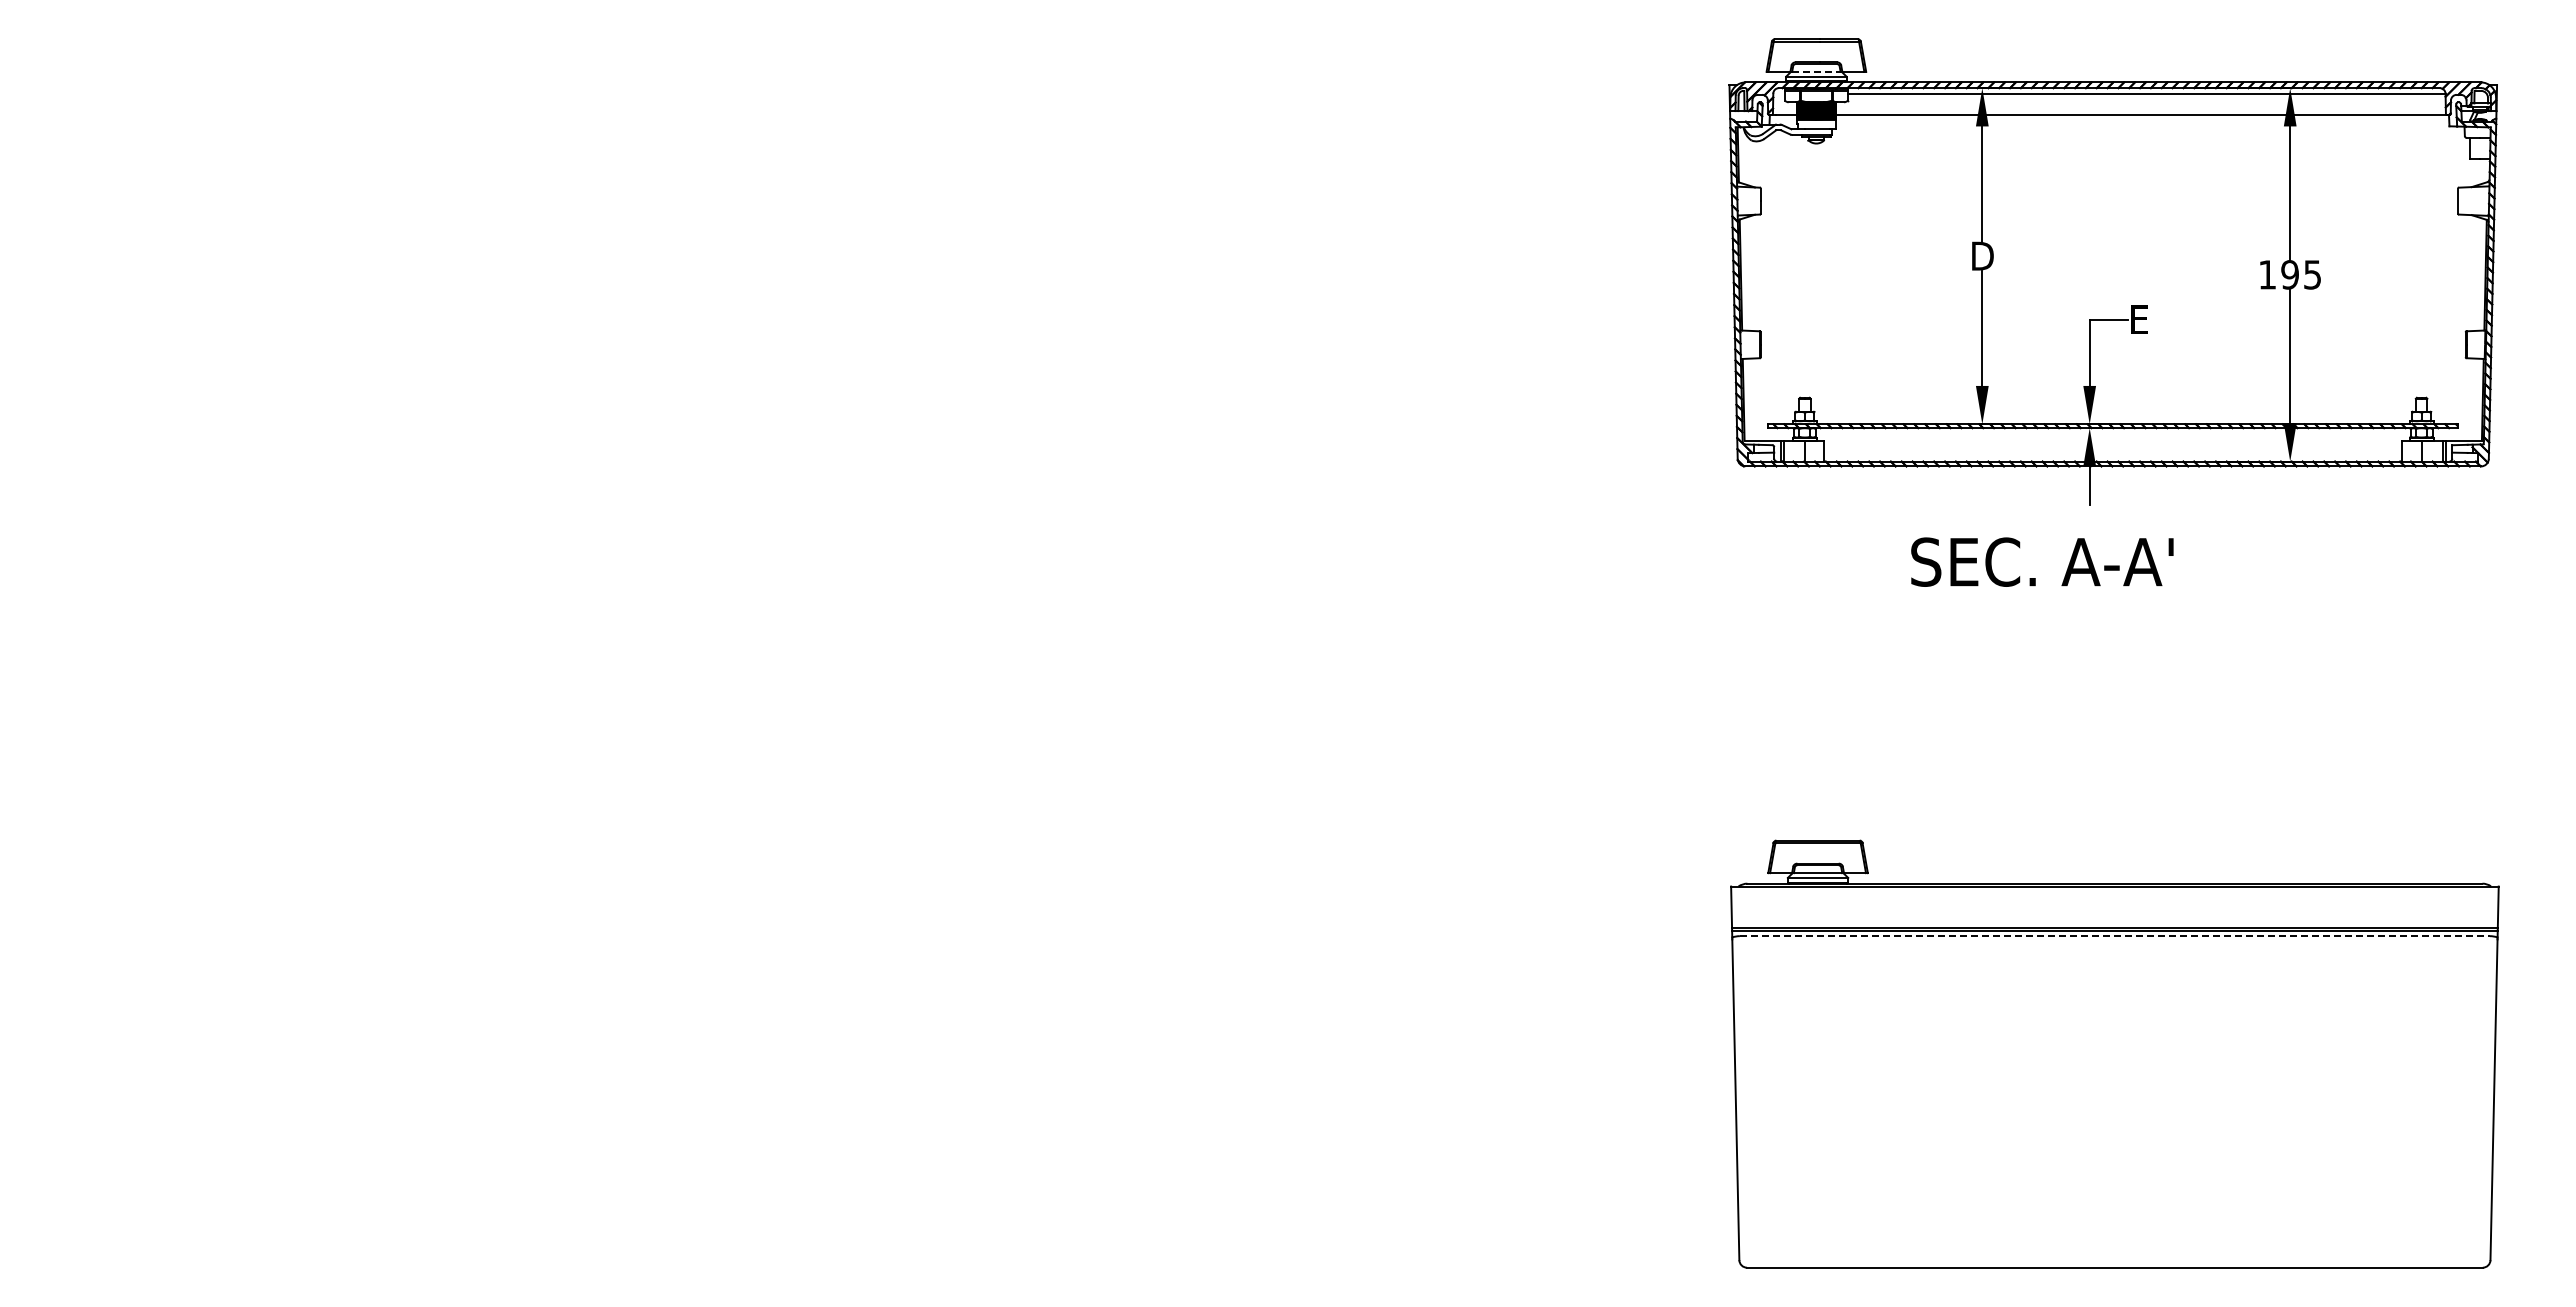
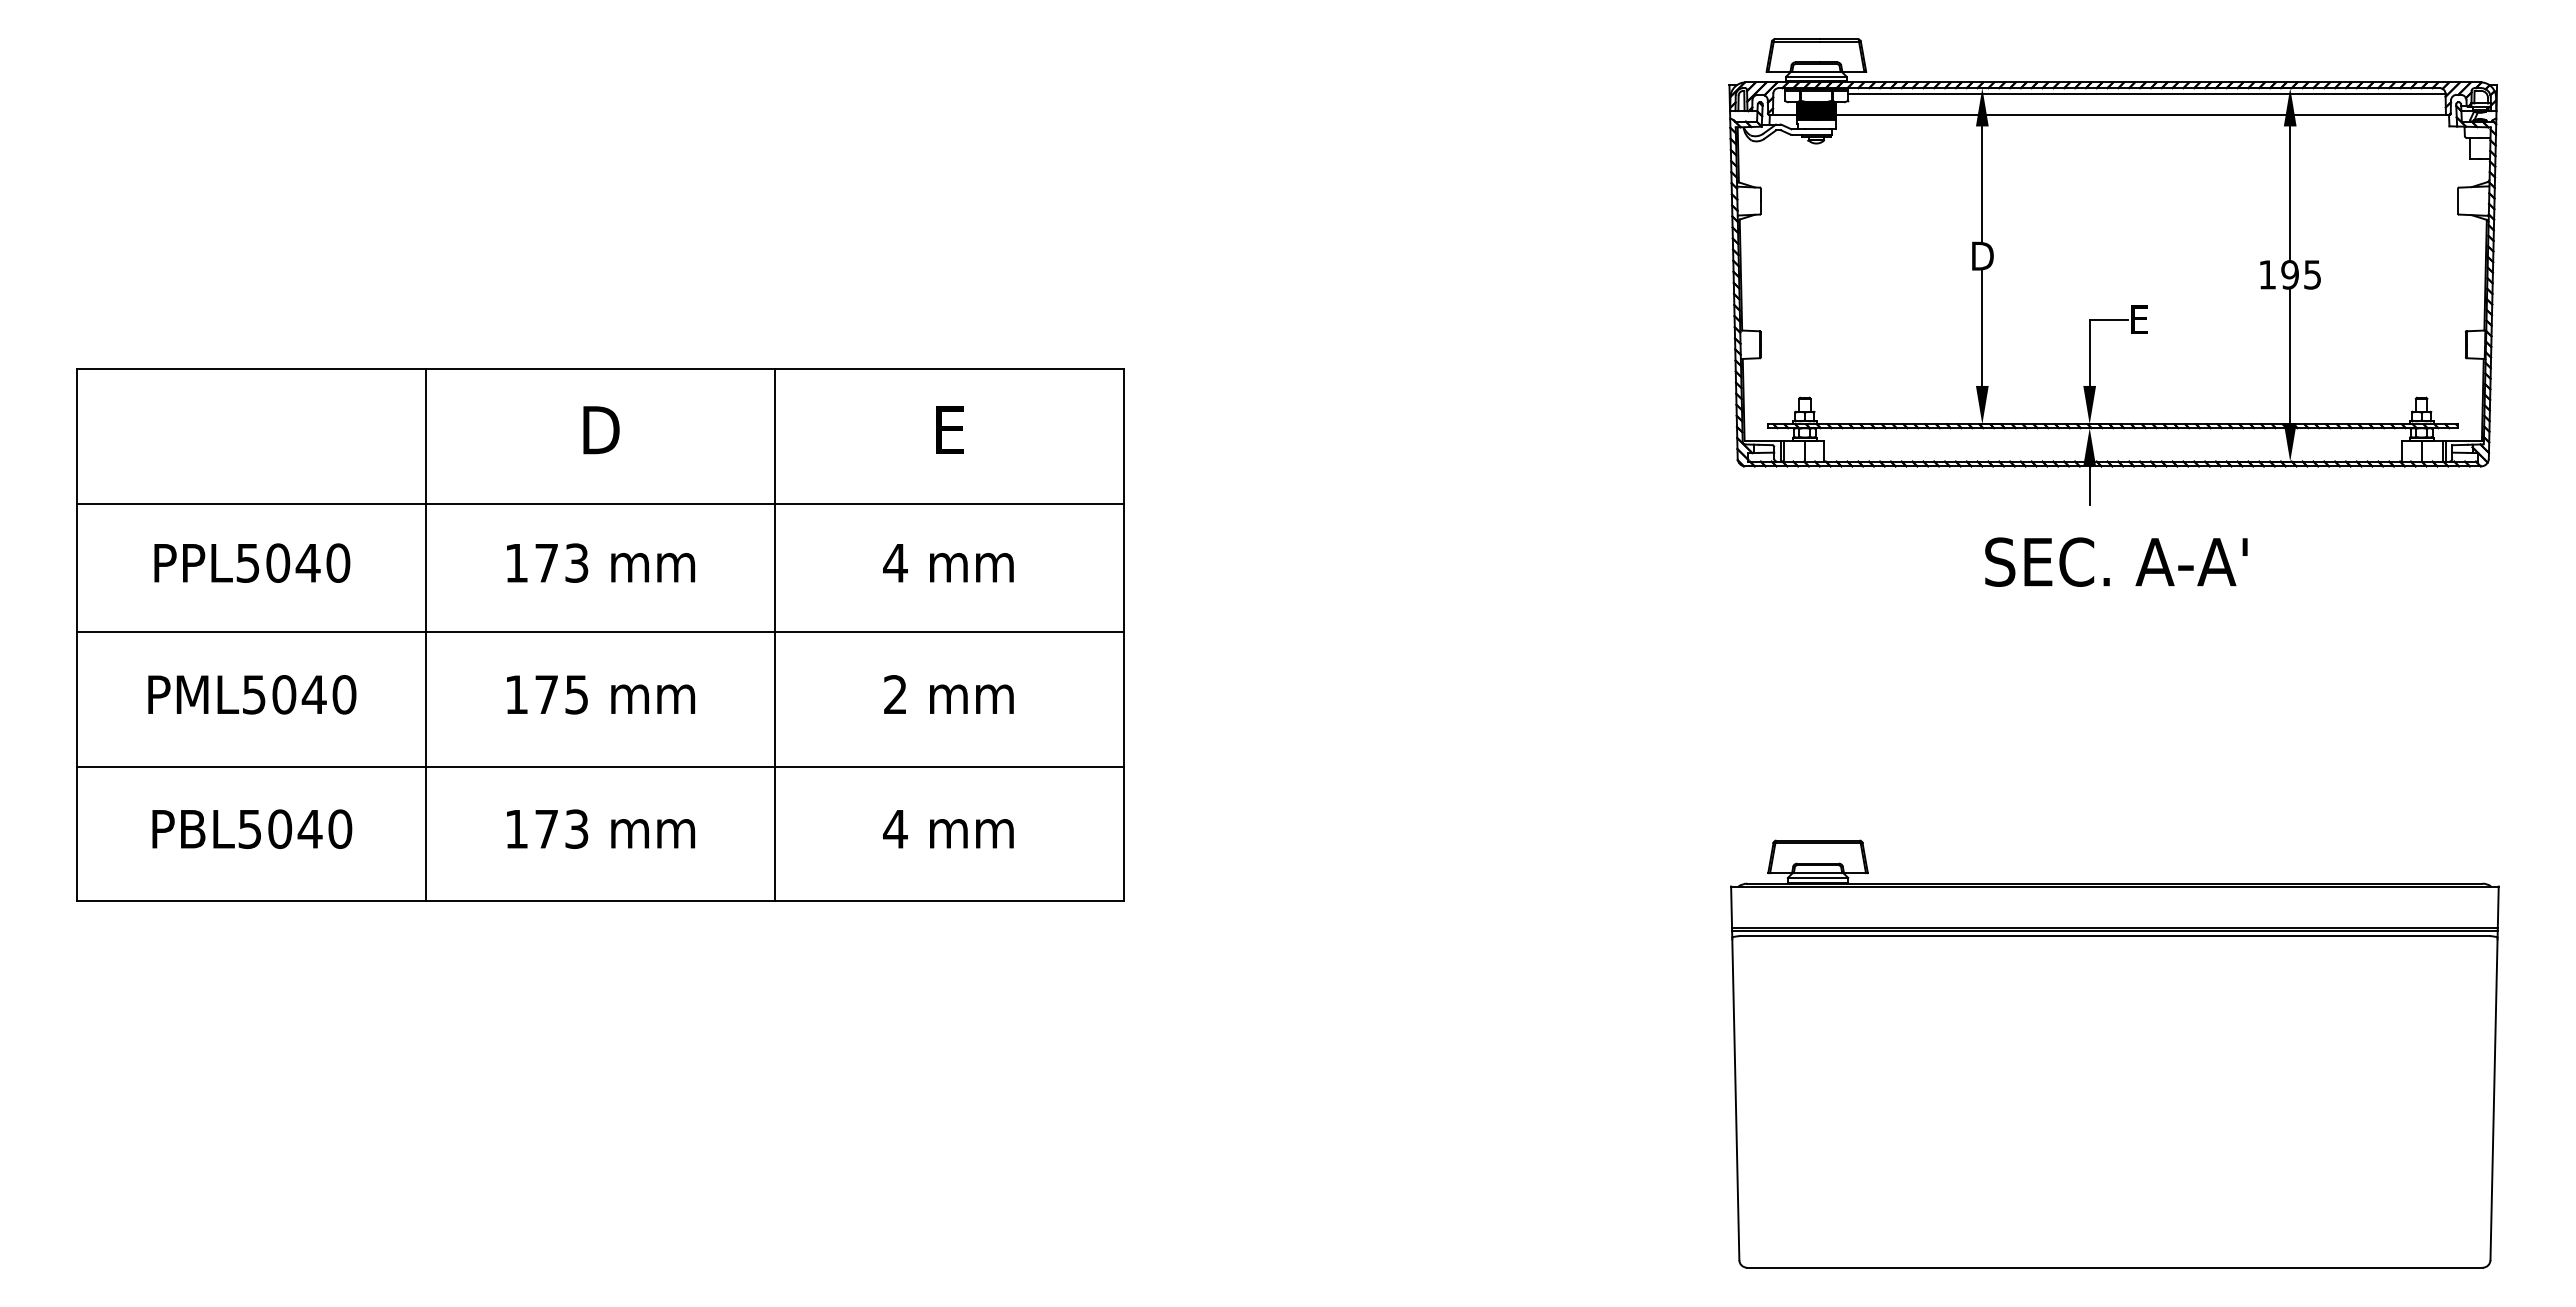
line at (1816, 71): dashed -> solid
text at (2042, 561) position: (2042, 561) -> (2116, 561)
part at (600, 634): none -> present
line at (2115, 936): dashed -> solid
